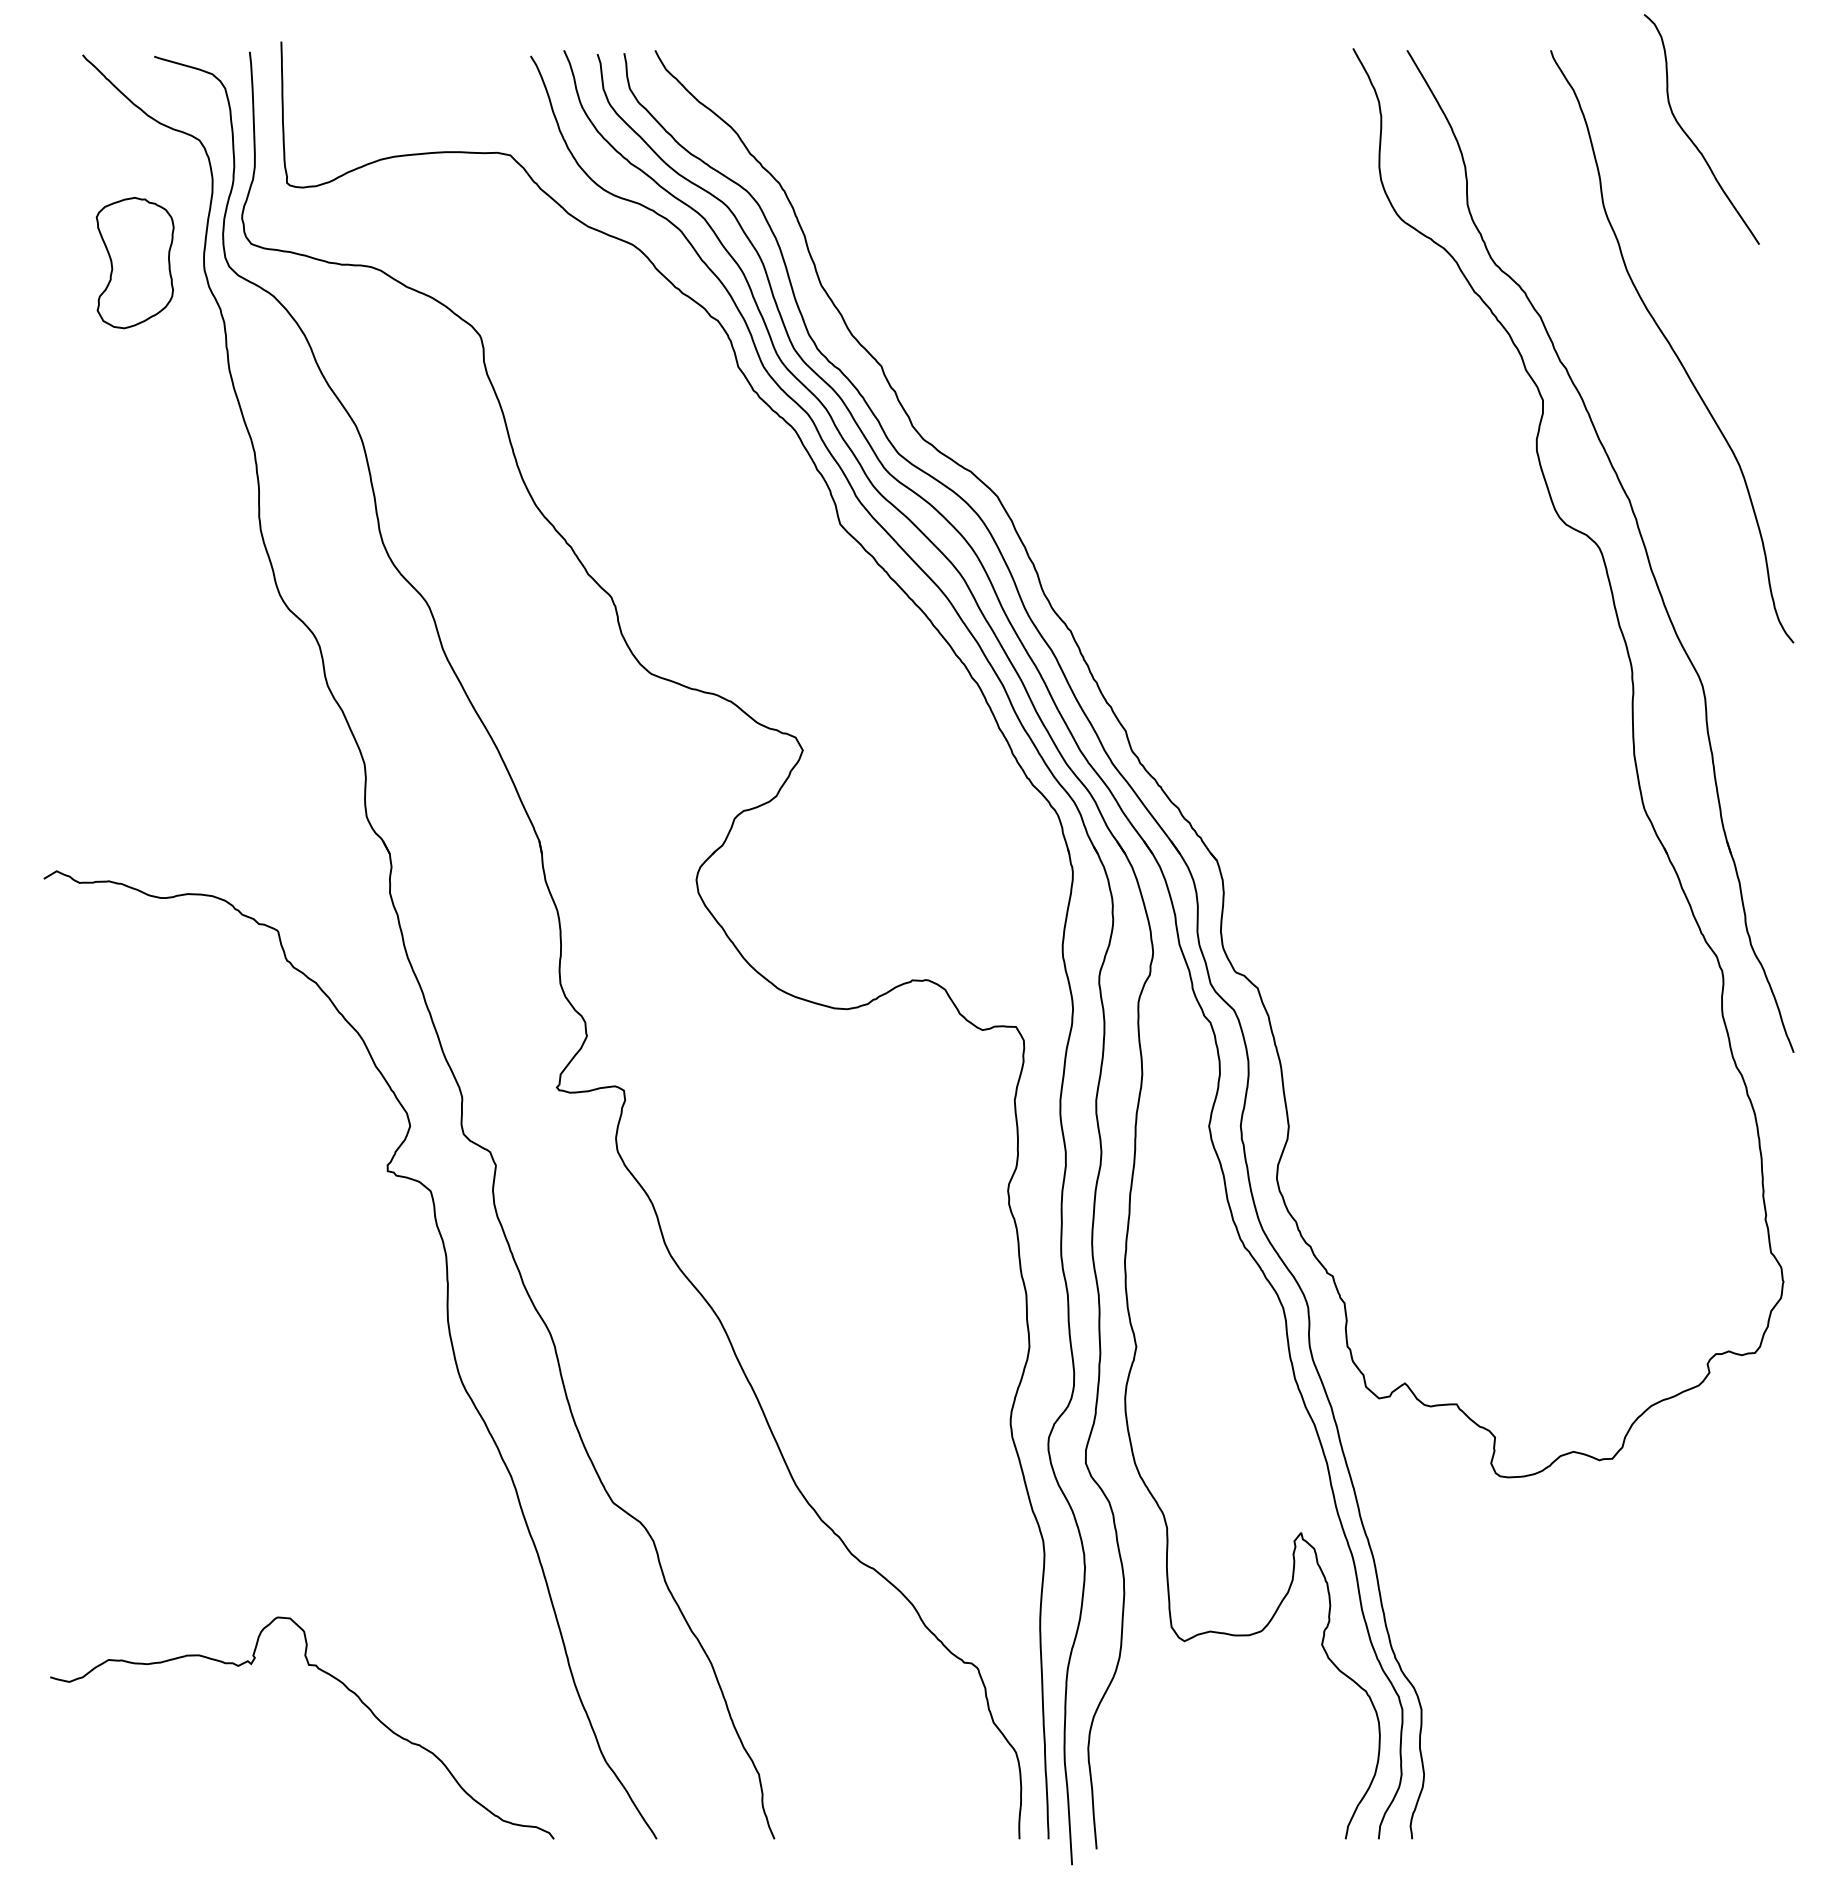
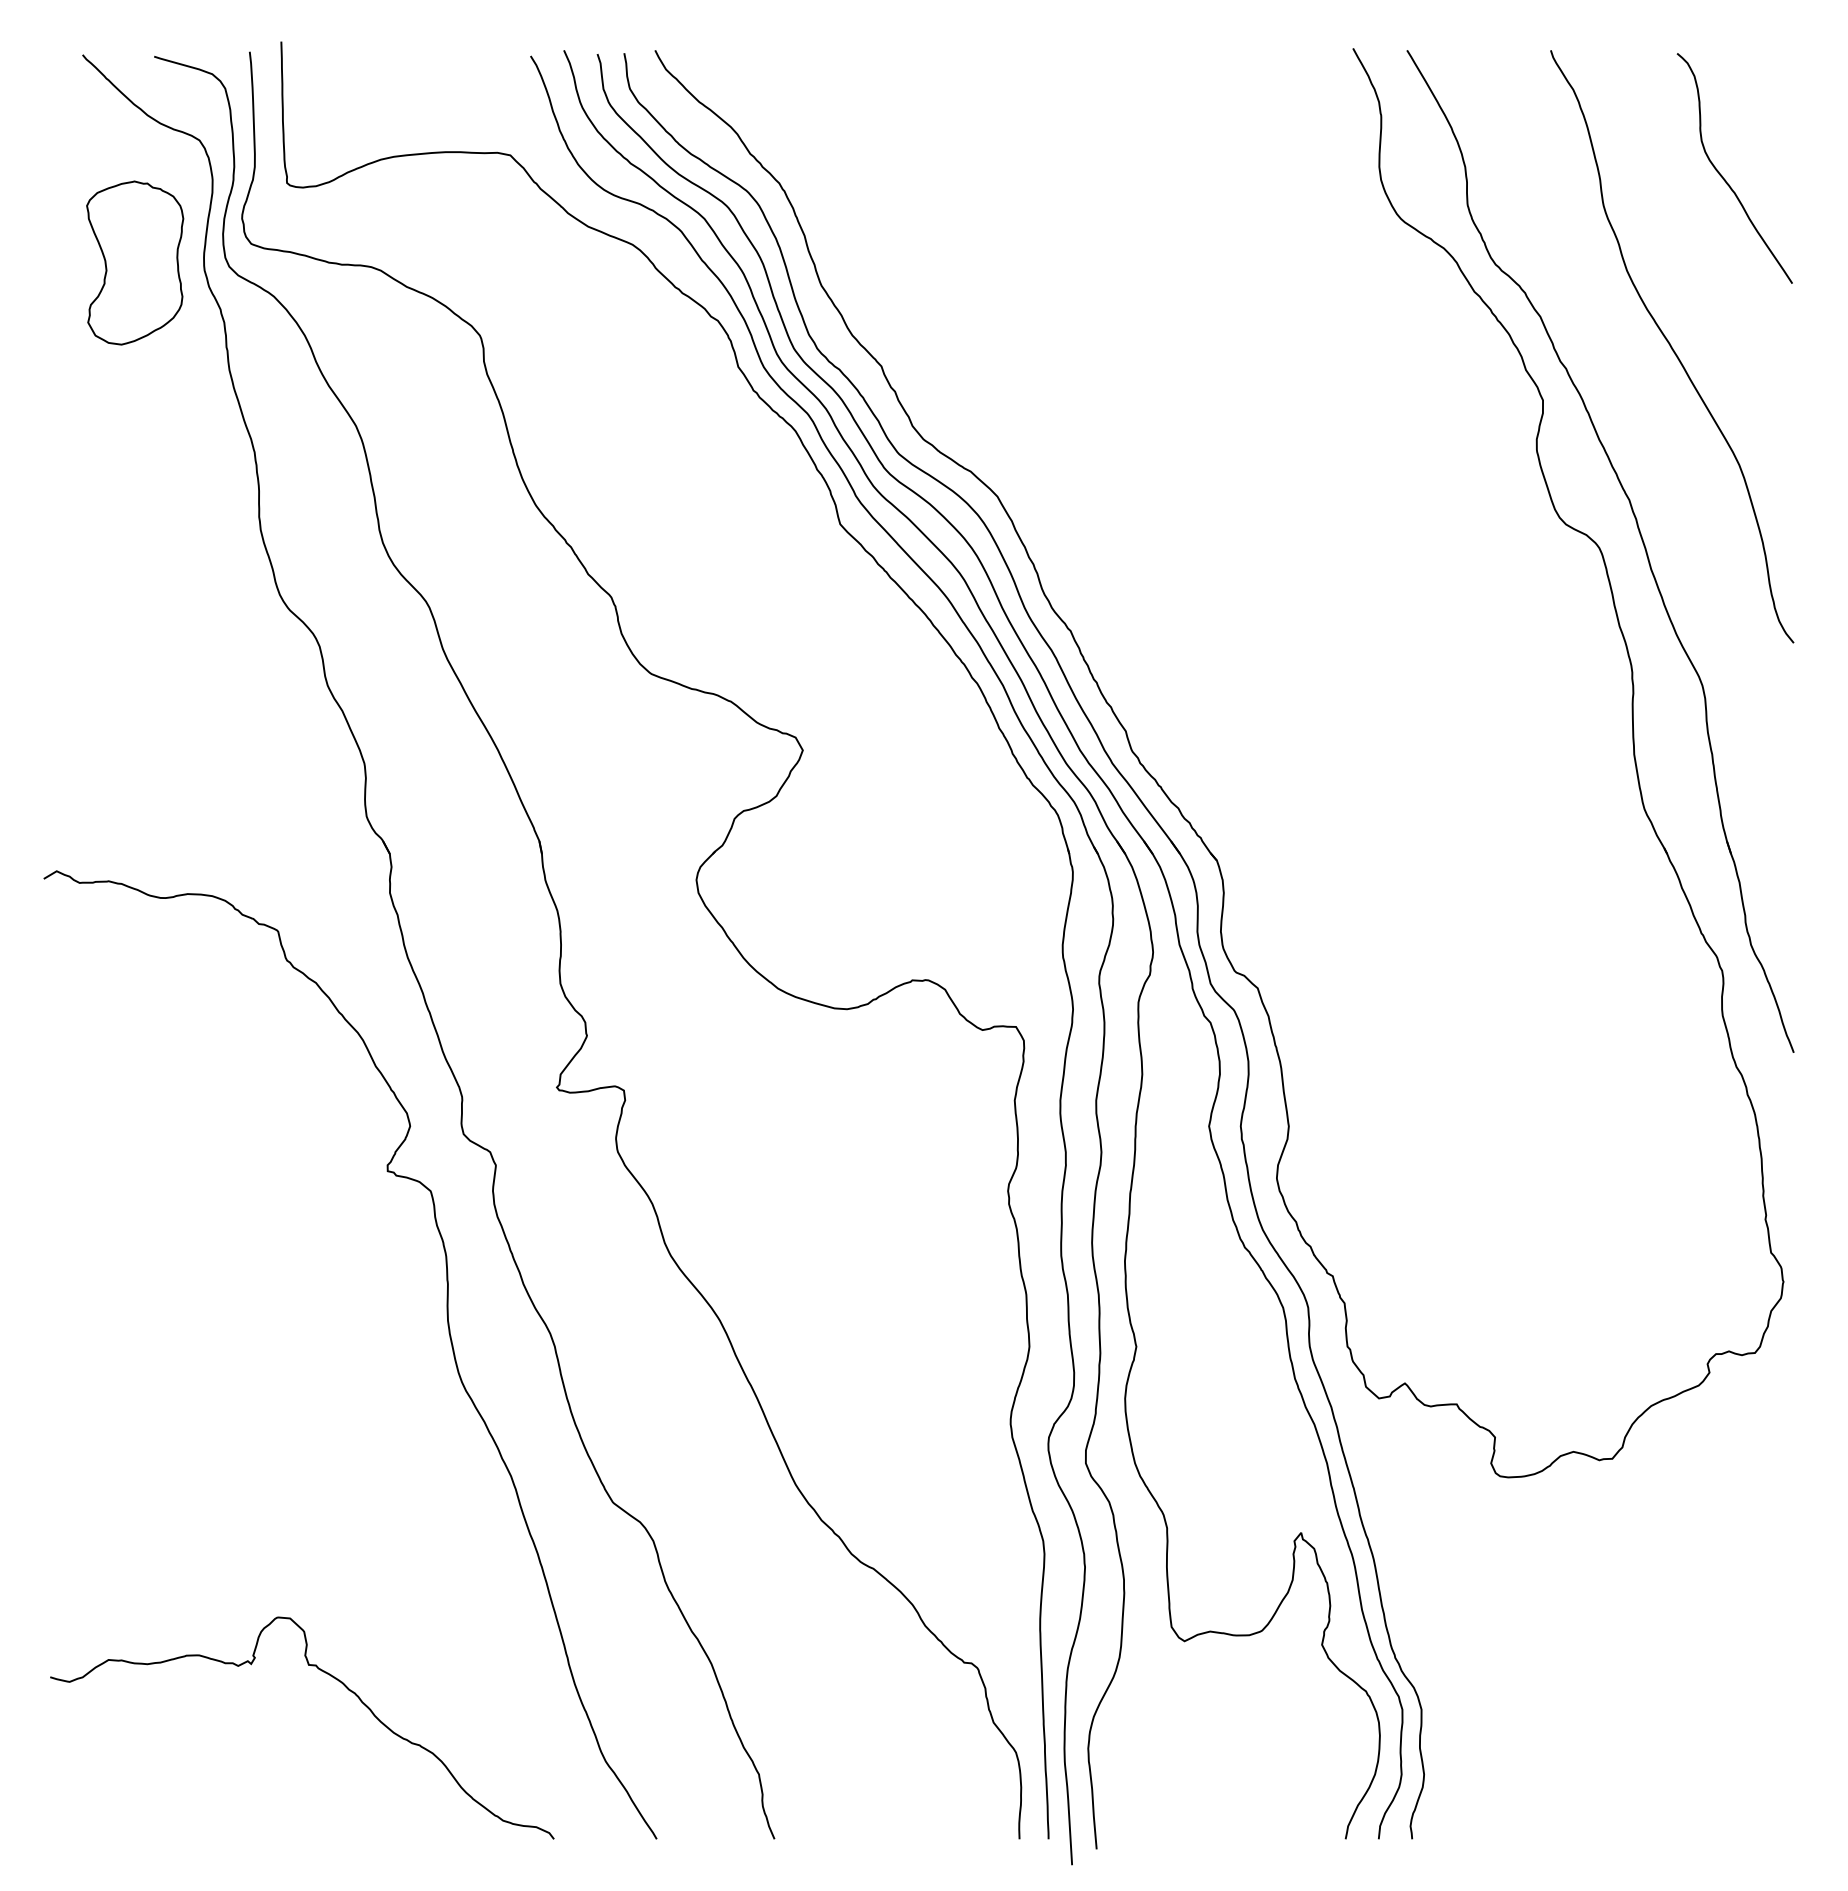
curve at (1689, 136) position: (1689, 136) -> (1722, 175)
part at (134, 262) size: 80x134 px -> 99x166 px
